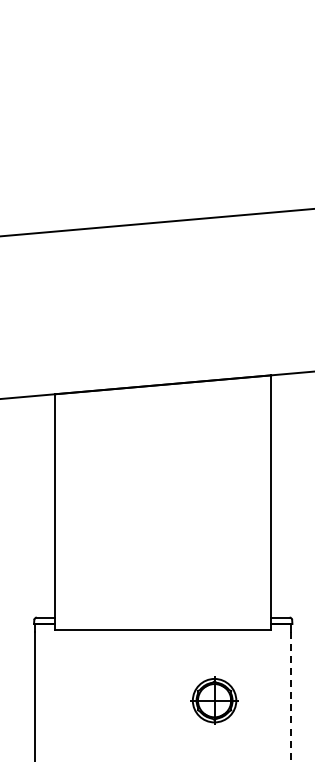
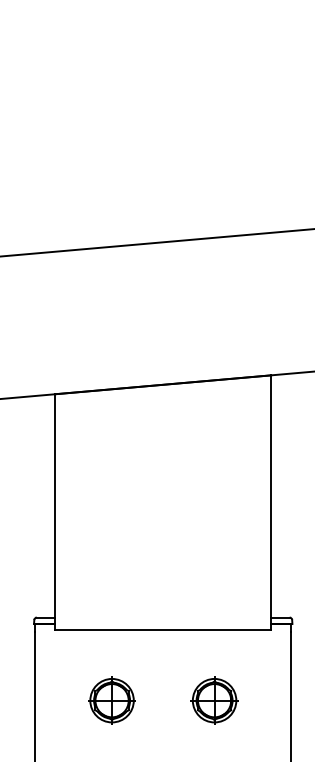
line at (156, 222) position: (156, 222) -> (156, 242)
line at (291, 696): dashed -> solid
part at (111, 700): none -> present
